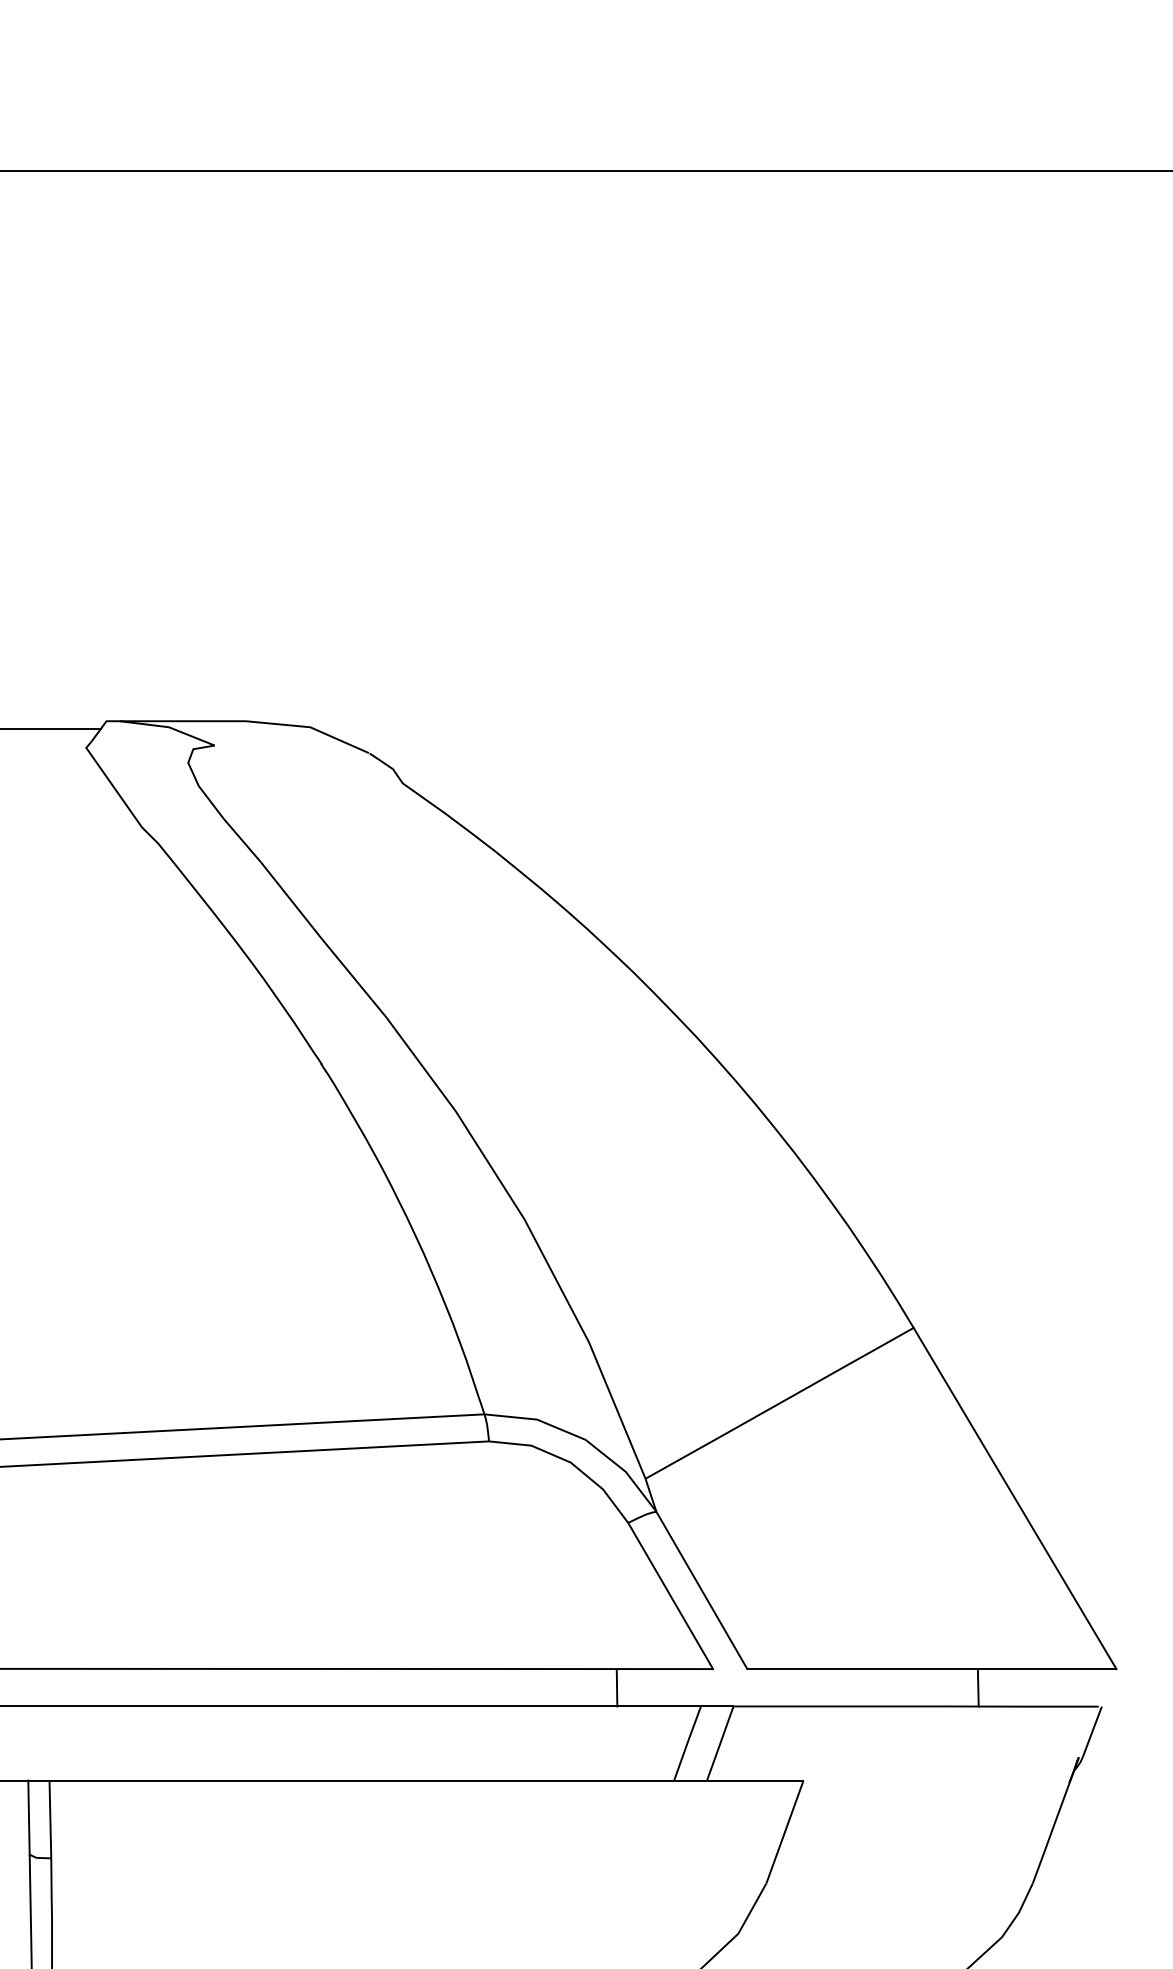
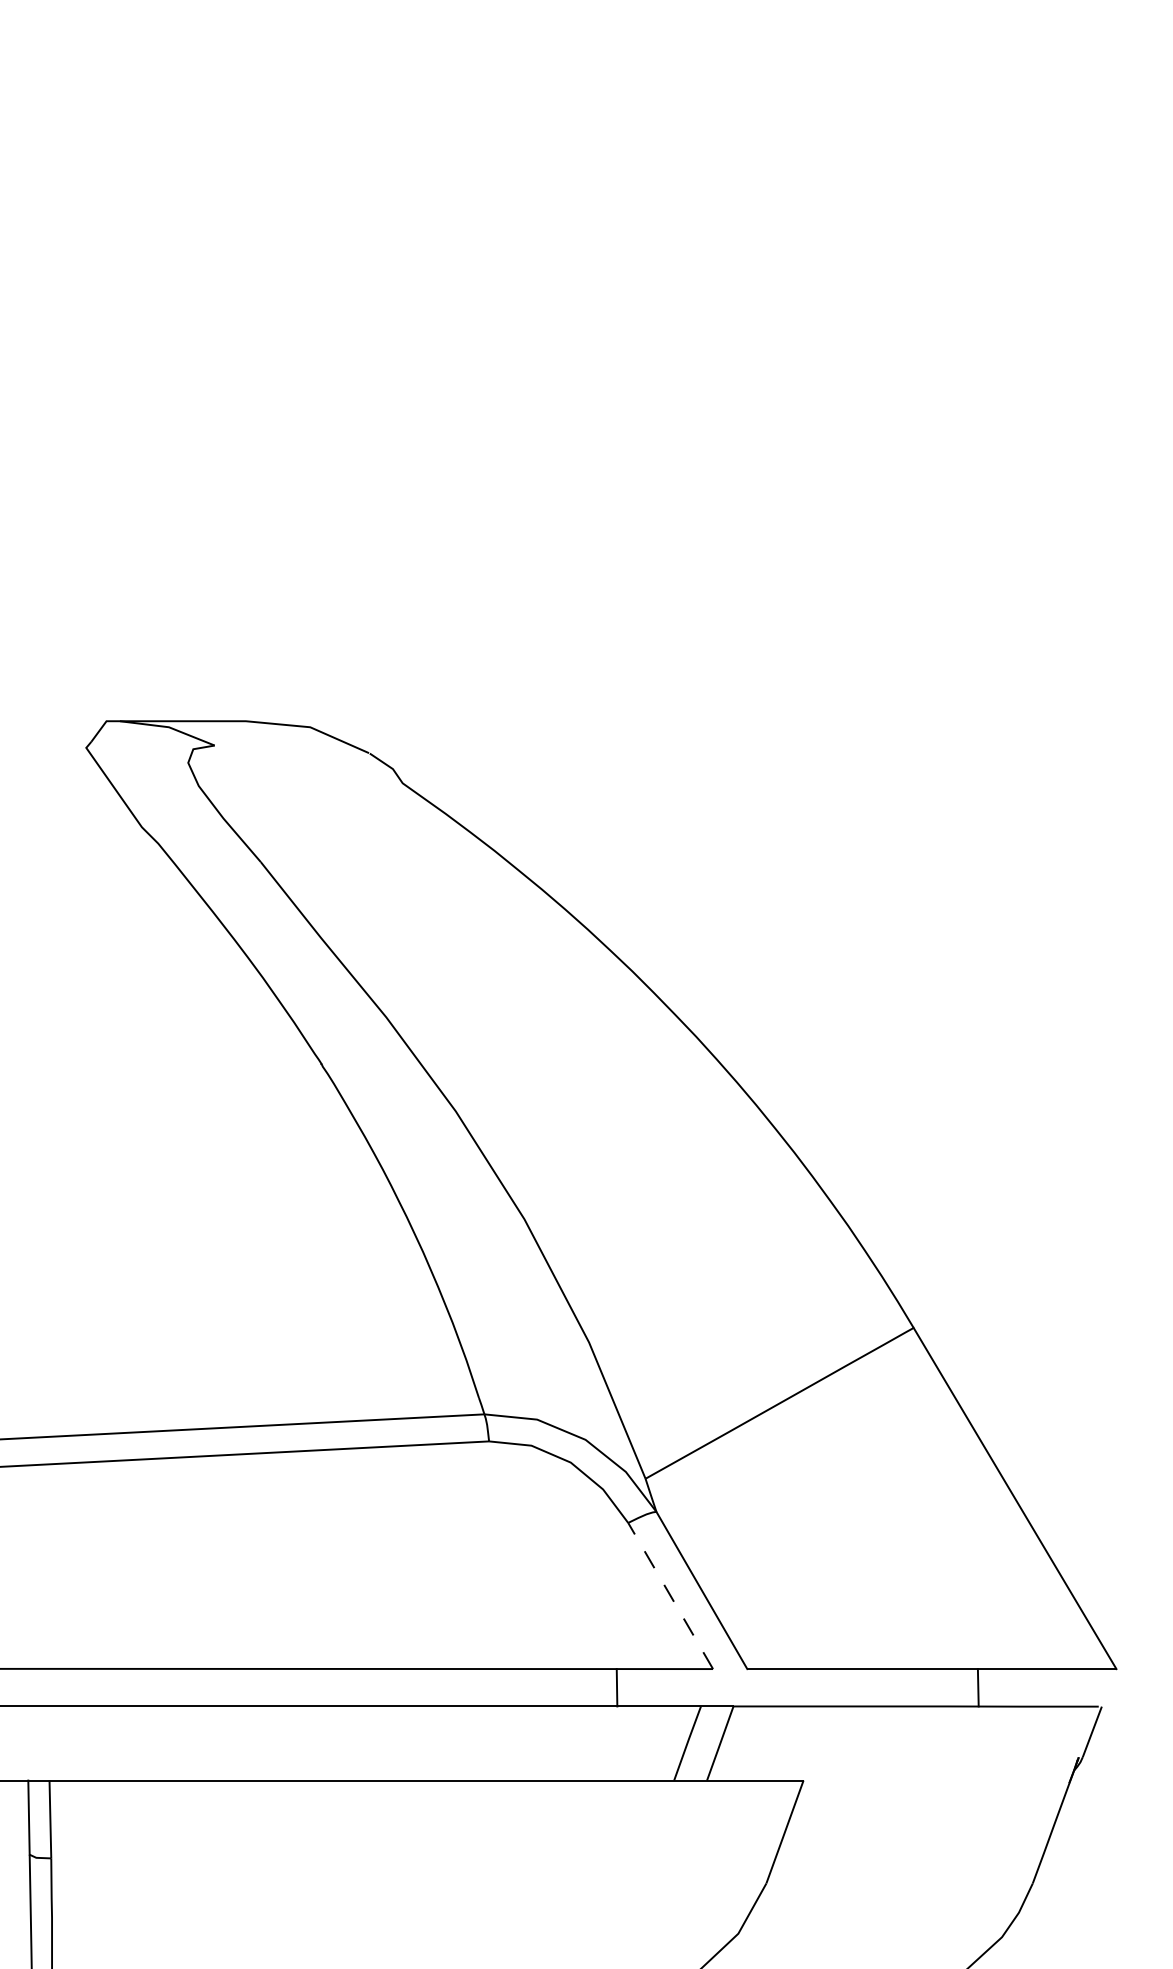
line at (585, 170): present -> none
line at (51, 729): present -> none
line at (670, 1595): solid -> dashed
